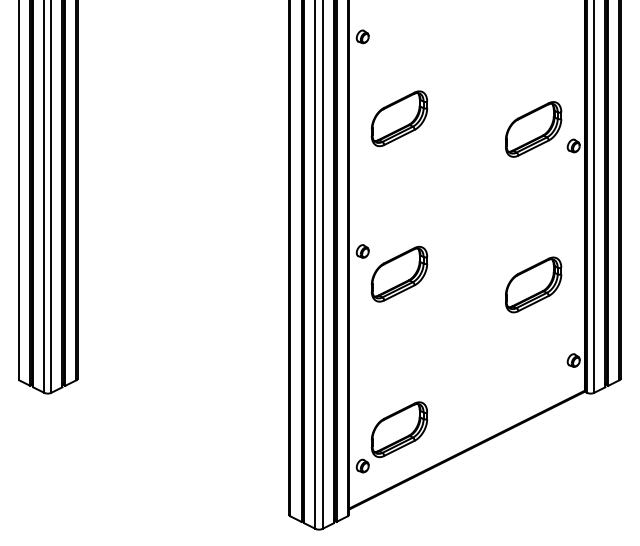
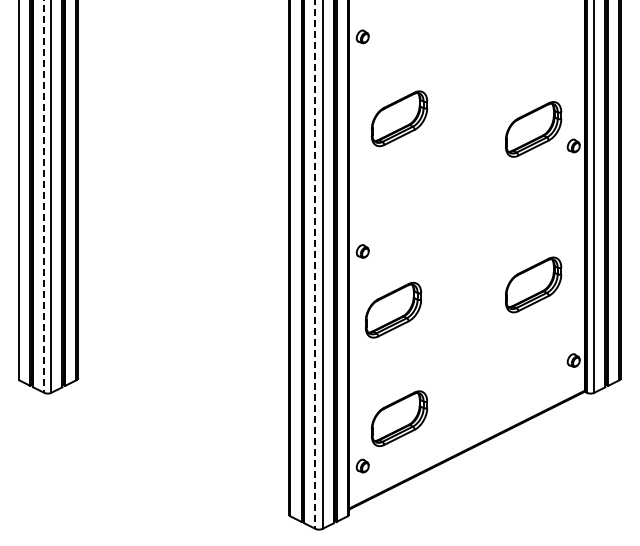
line at (44, 196): solid -> dashed
line at (315, 264): solid -> dashed
part at (399, 273) position: (399, 273) -> (393, 309)
part at (399, 429) position: (399, 429) -> (399, 418)
